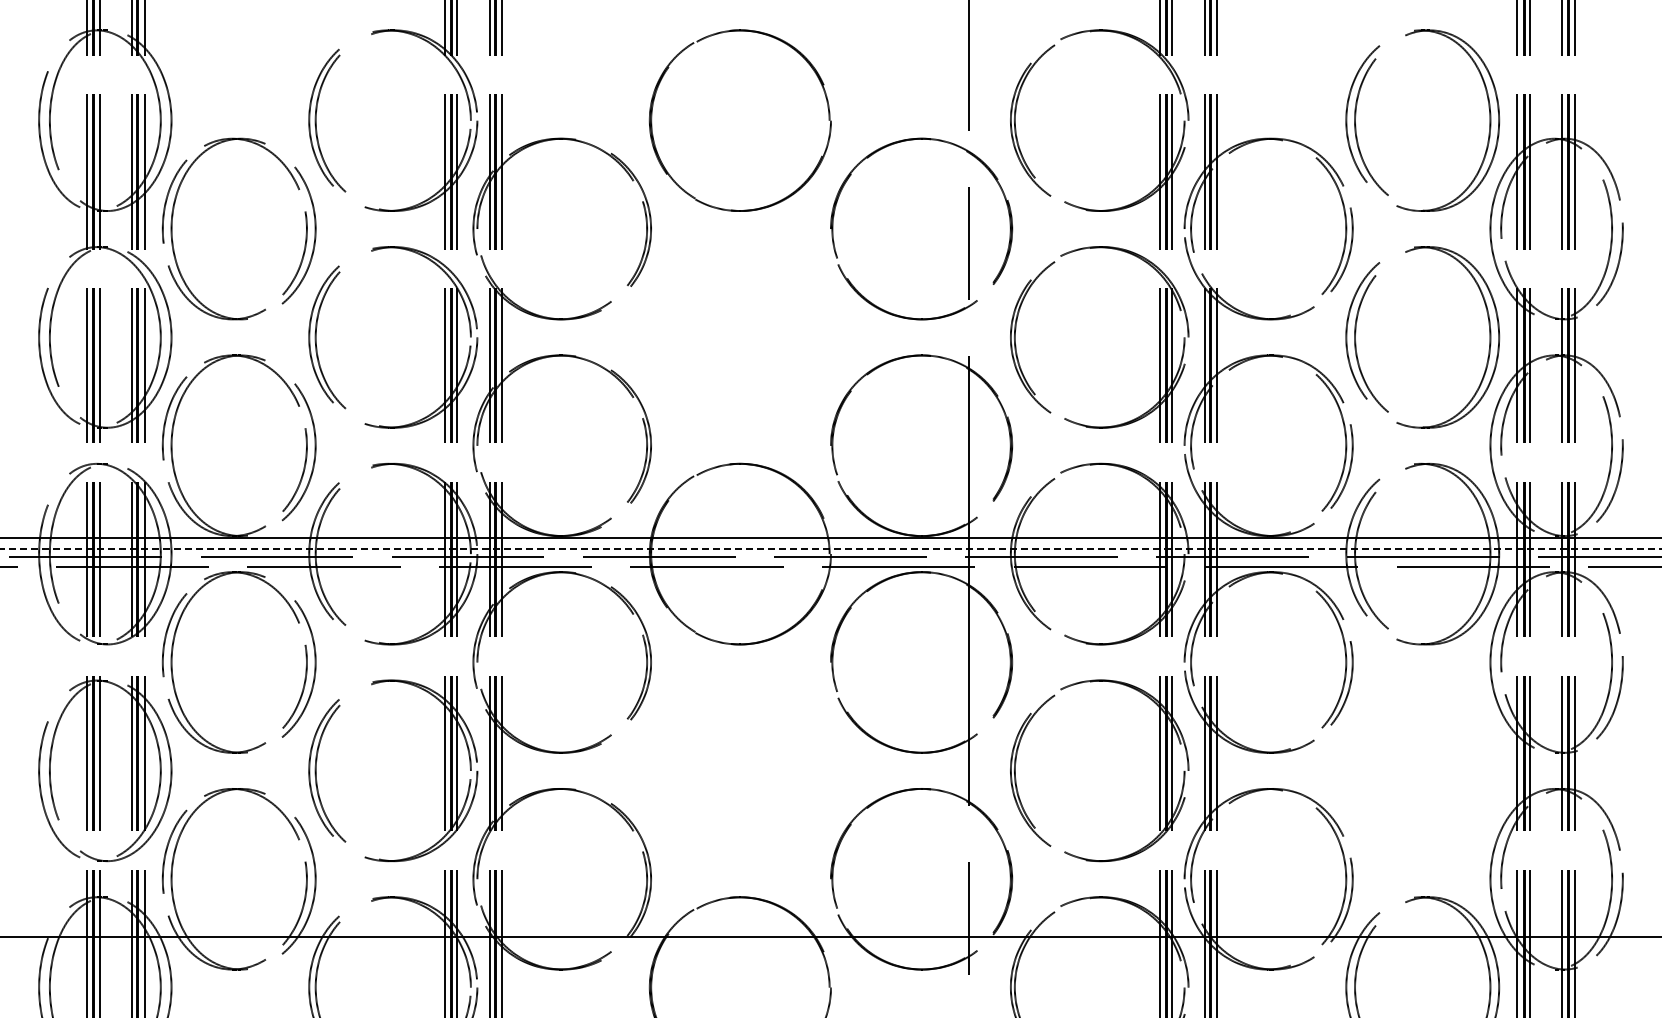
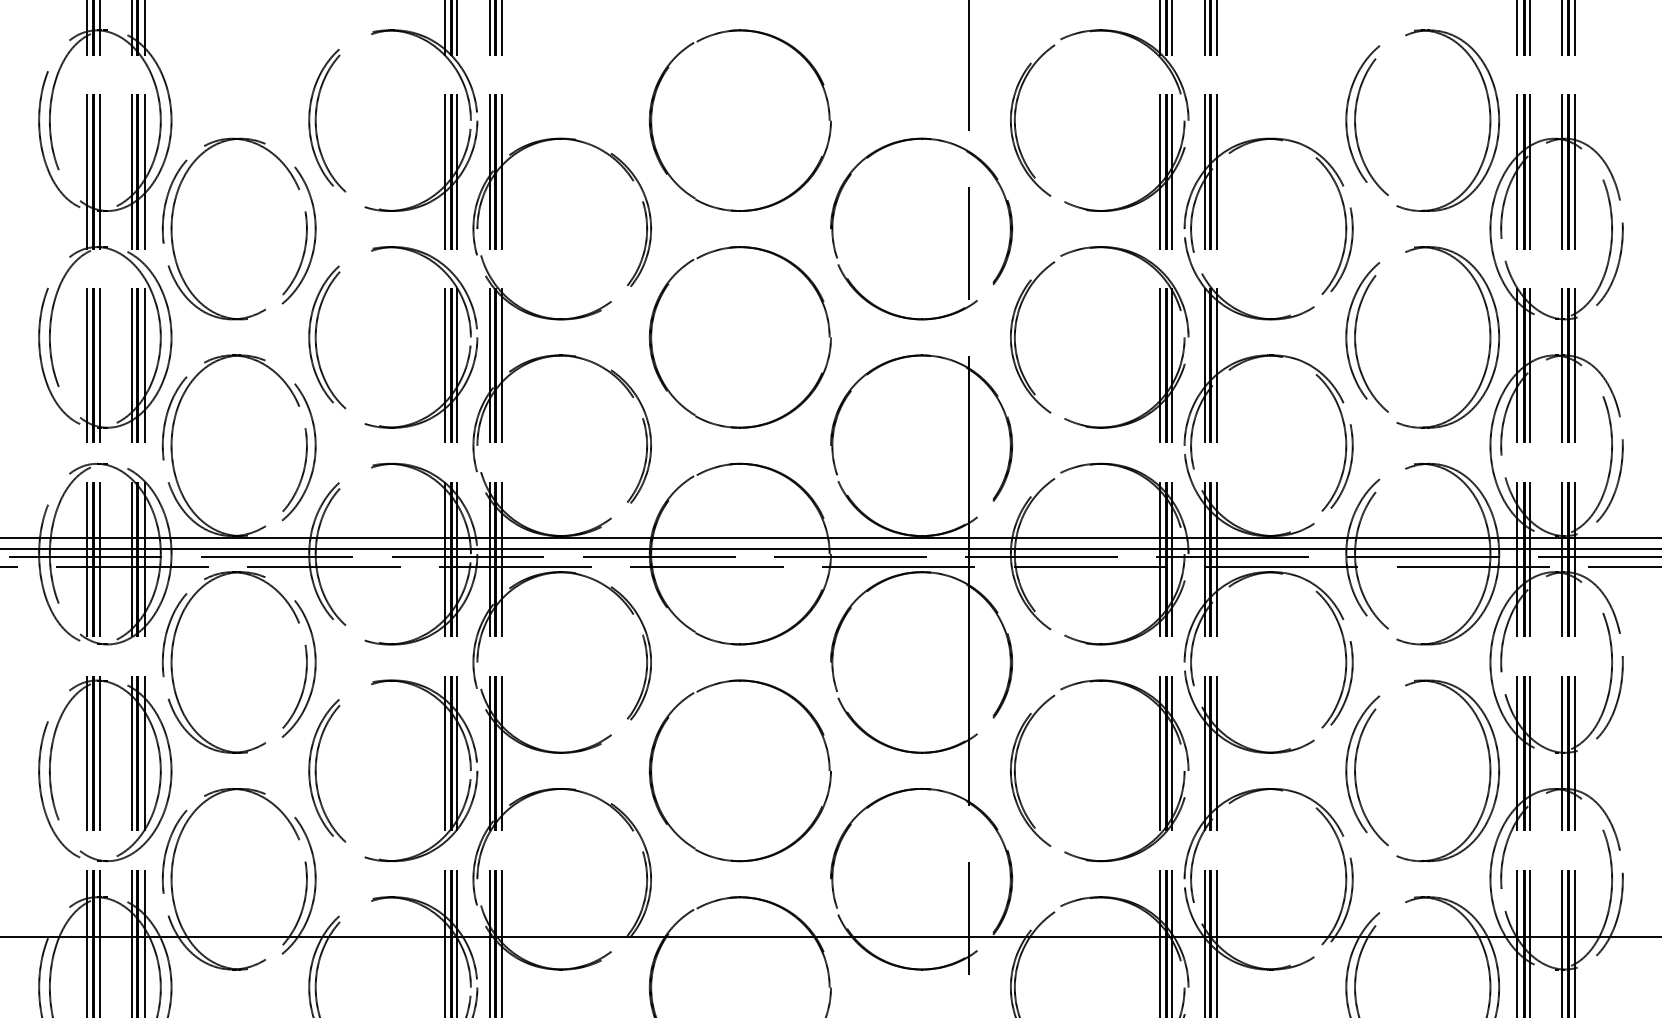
part at (652, 337): none -> present
line at (831, 549): dashed -> solid
part at (1356, 766): none -> present
part at (652, 770): none -> present
